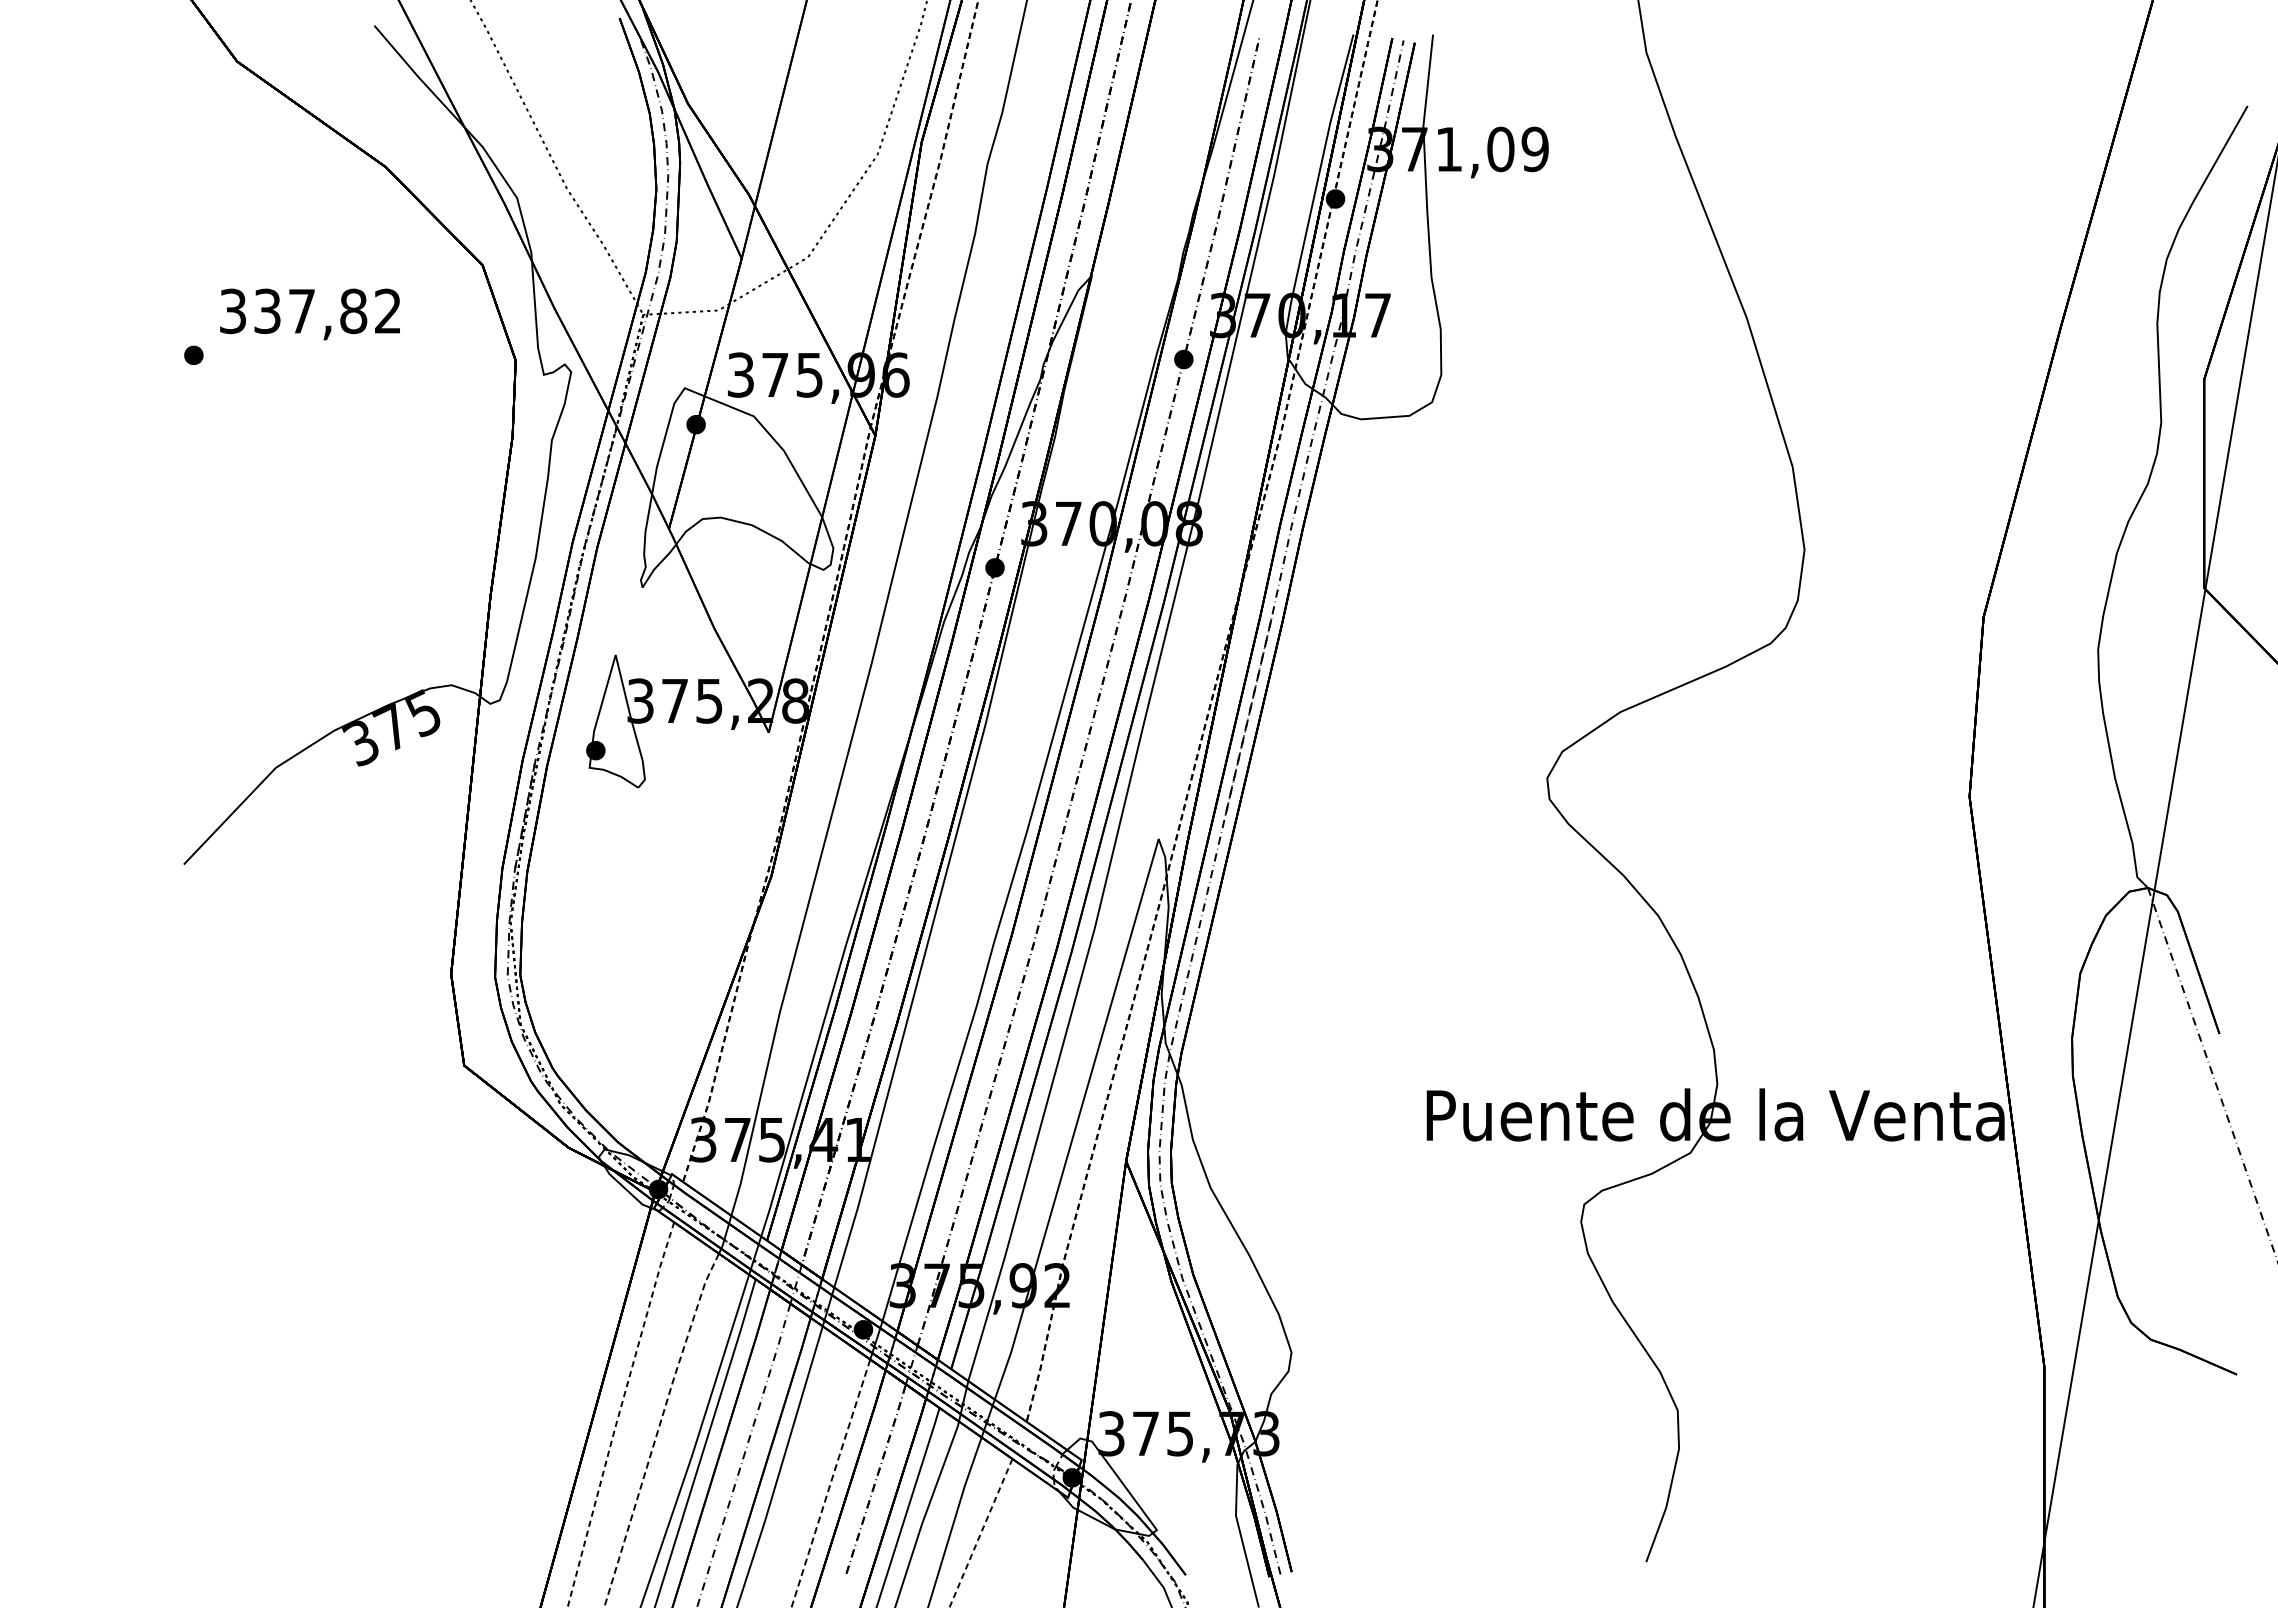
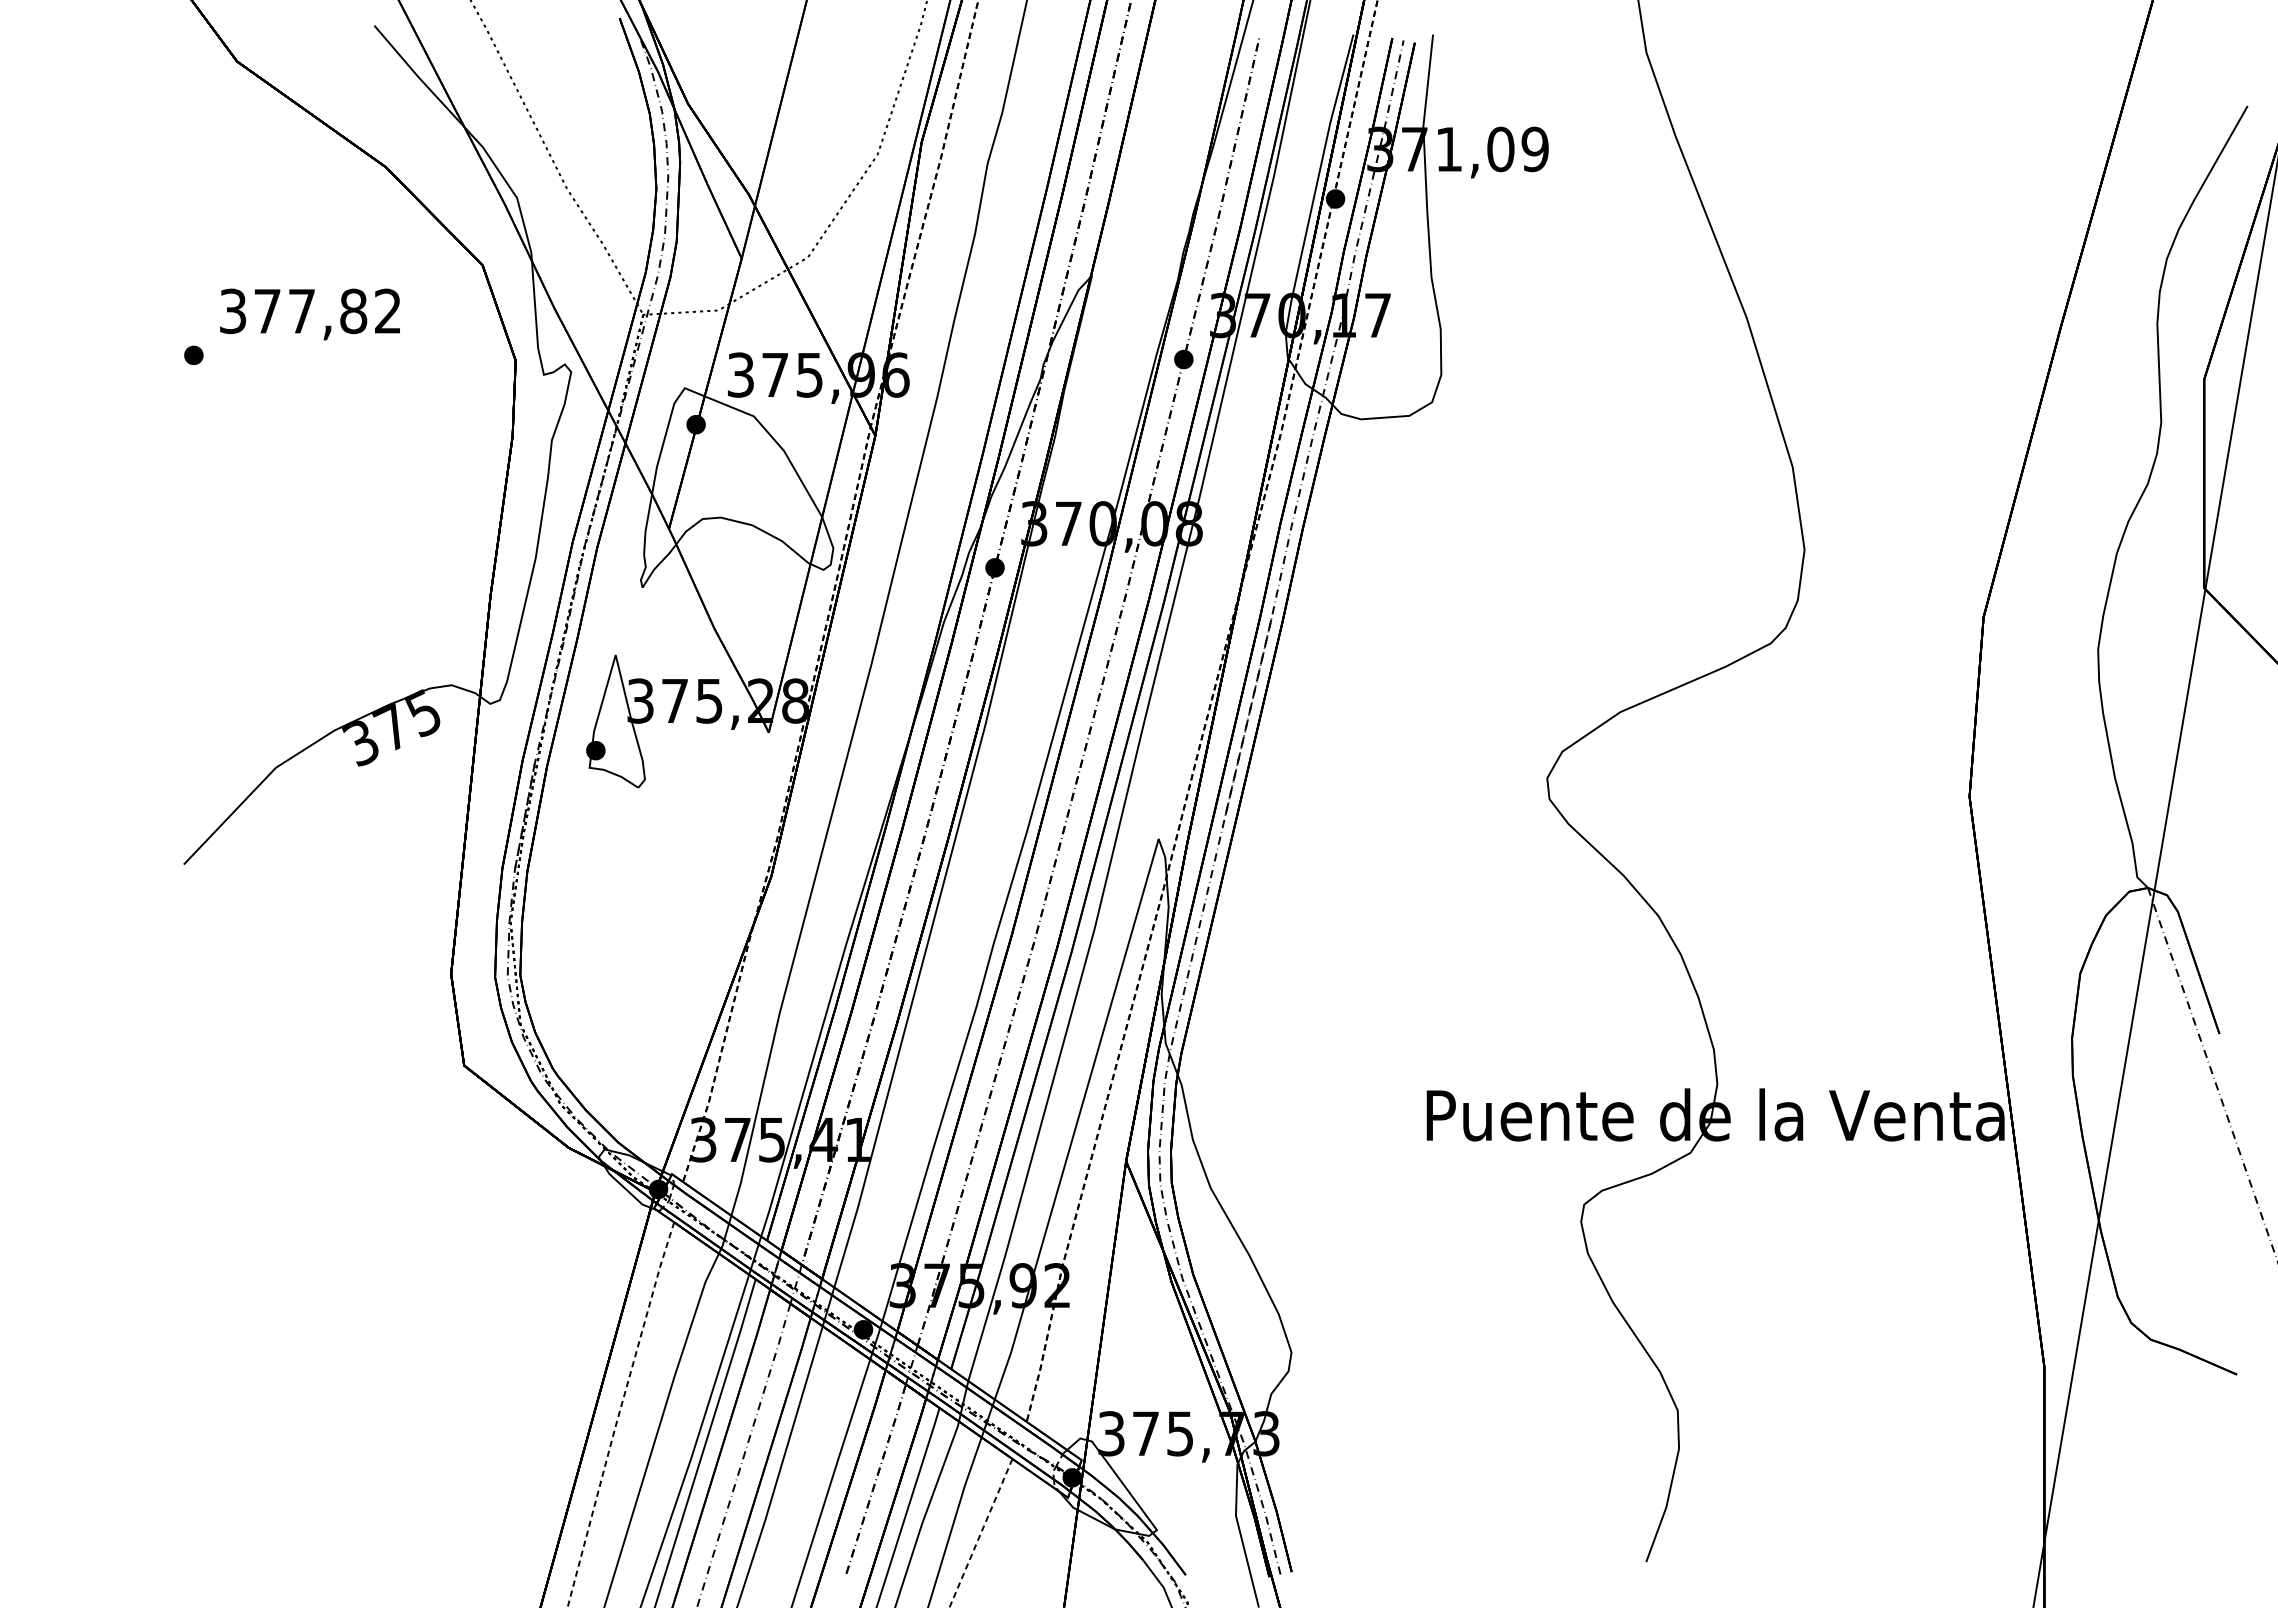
text at (267, 311): 337,82 -> 377,82
line at (658, 1428): dashed -> solid
line at (831, 1482): dashed -> solid
